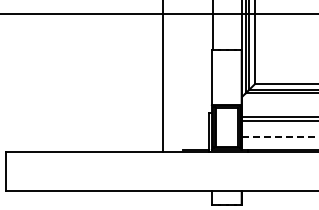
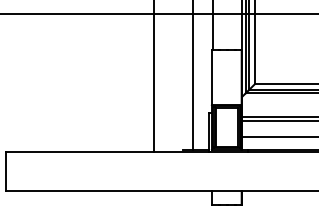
line at (192, 75): none -> present
line at (163, 77) position: (163, 77) -> (154, 77)
line at (280, 136): dashed -> solid
